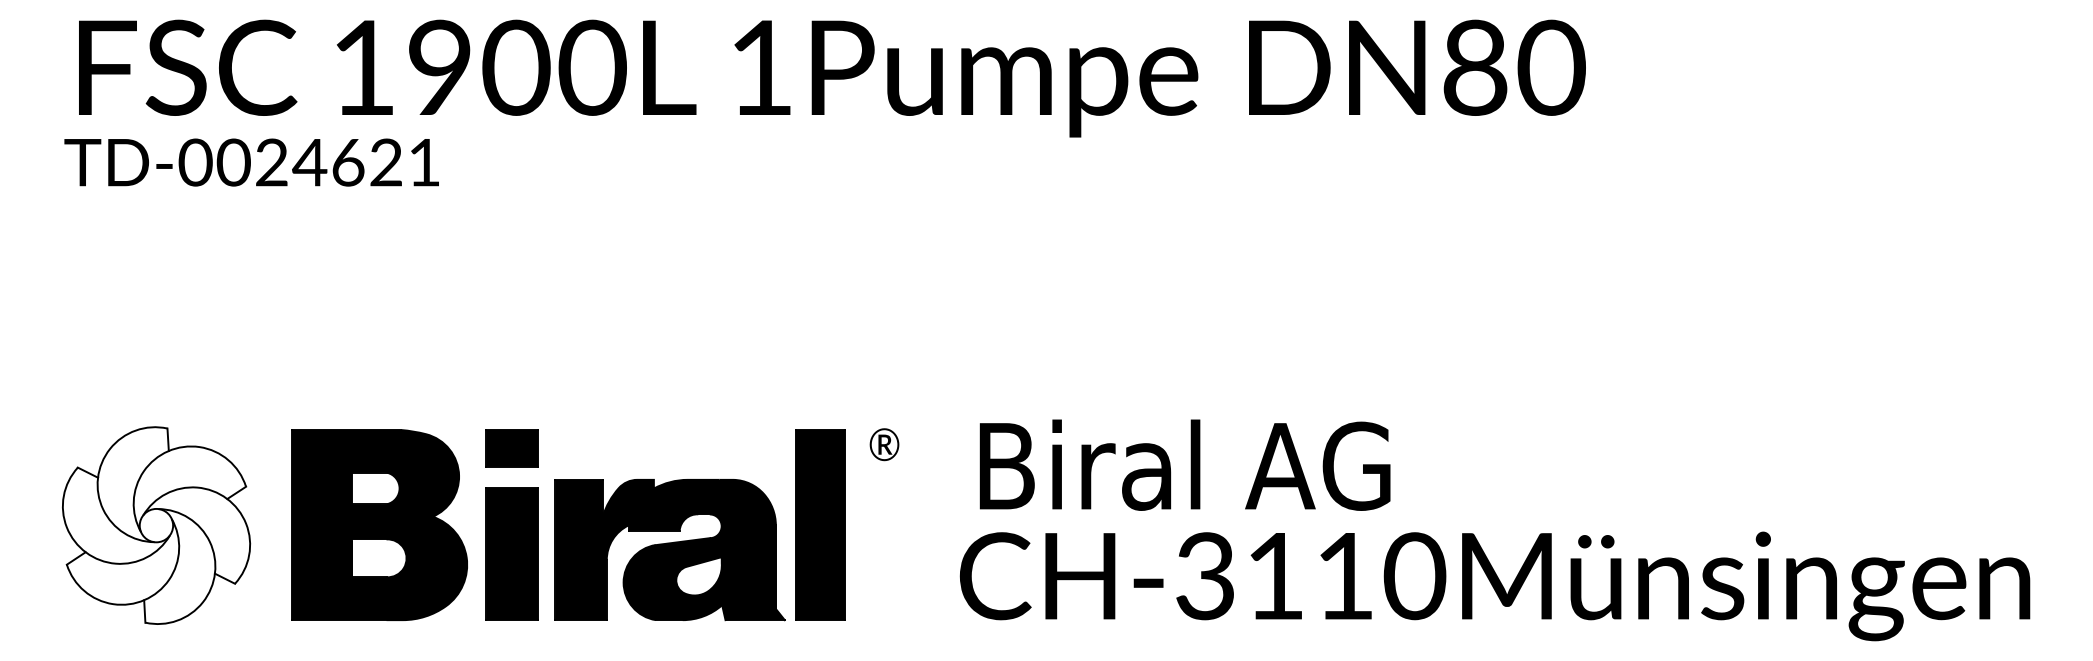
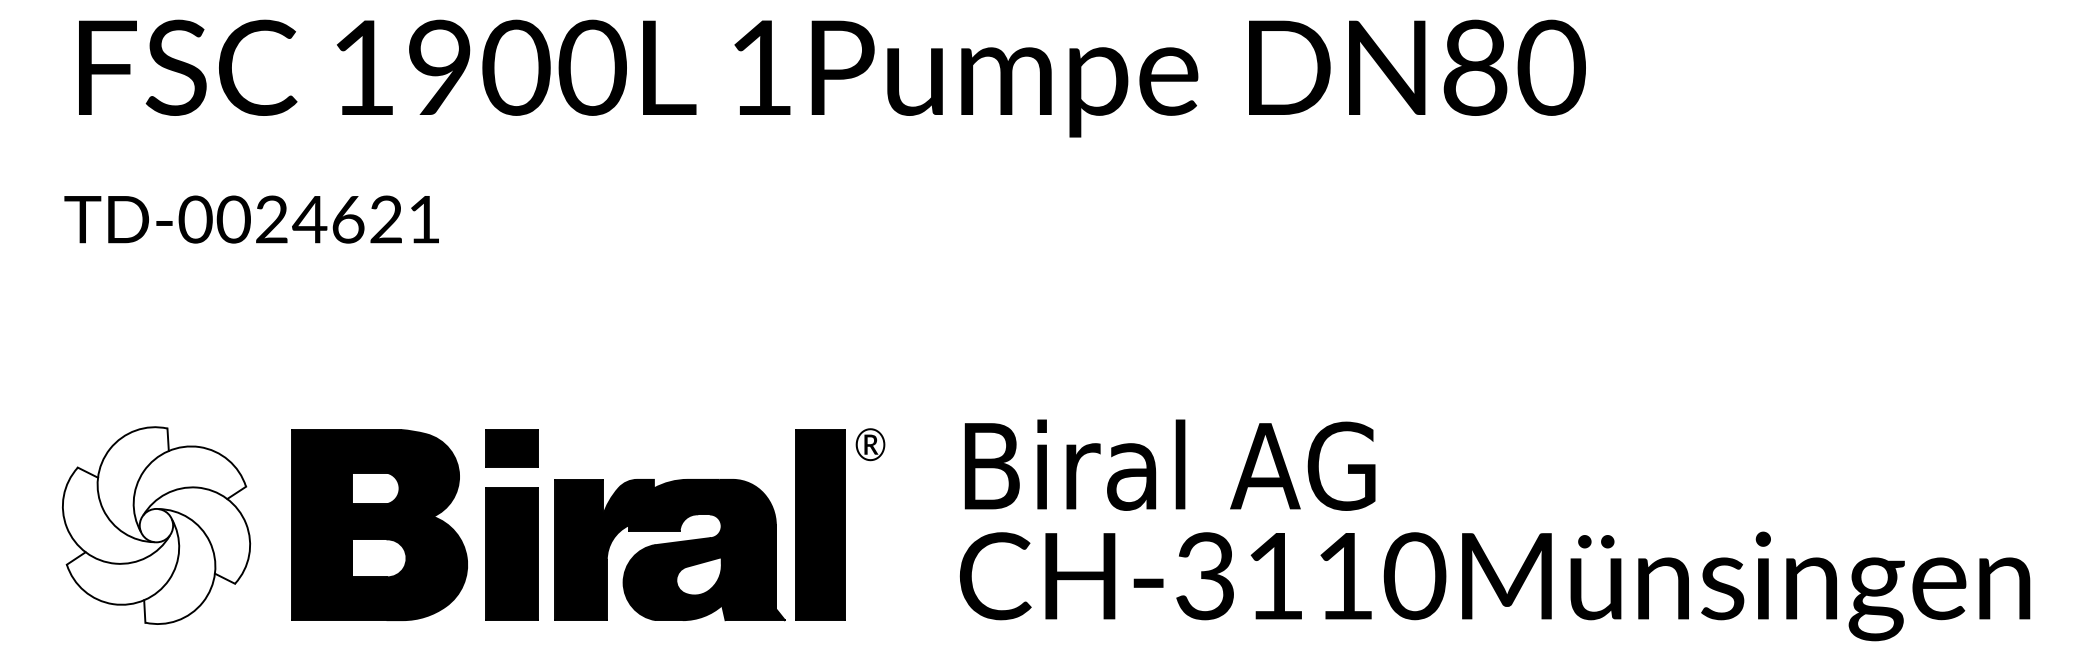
text at (251, 162) position: (251, 162) -> (251, 219)
text at (884, 444) position: (884, 444) -> (870, 444)
text at (1184, 464) position: (1184, 464) -> (1169, 464)
